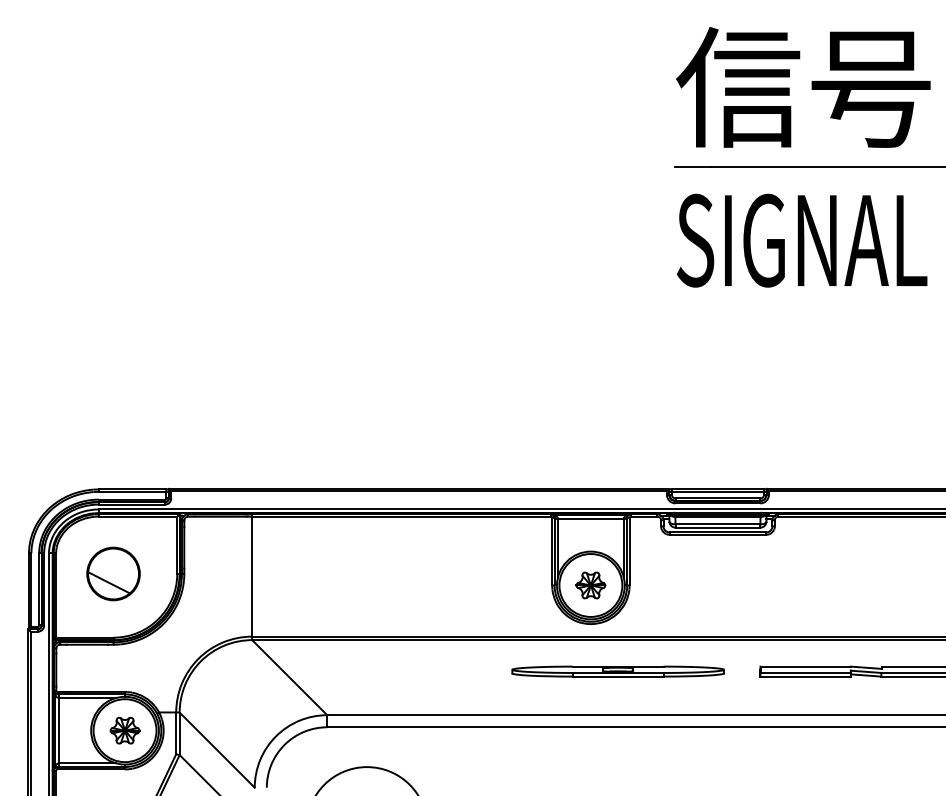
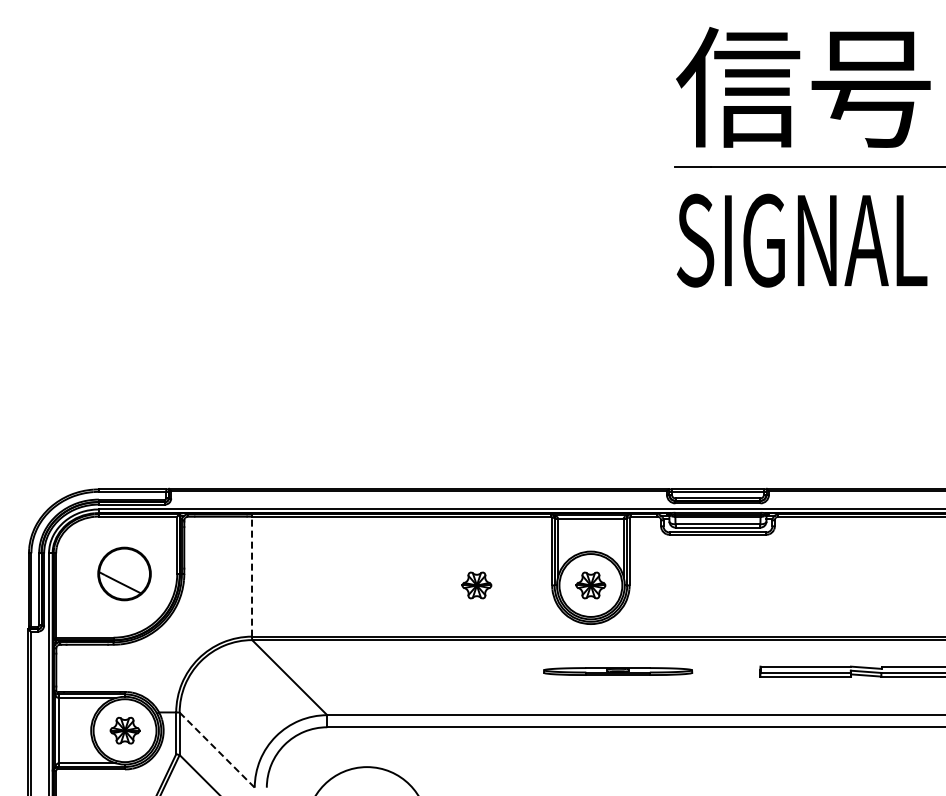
part at (113, 573) position: (113, 573) -> (124, 573)
line at (252, 576): solid -> dashed
part at (476, 585): none -> present
part at (617, 671) size: 214x13 px -> 151x9 px
line at (217, 750): solid -> dashed
